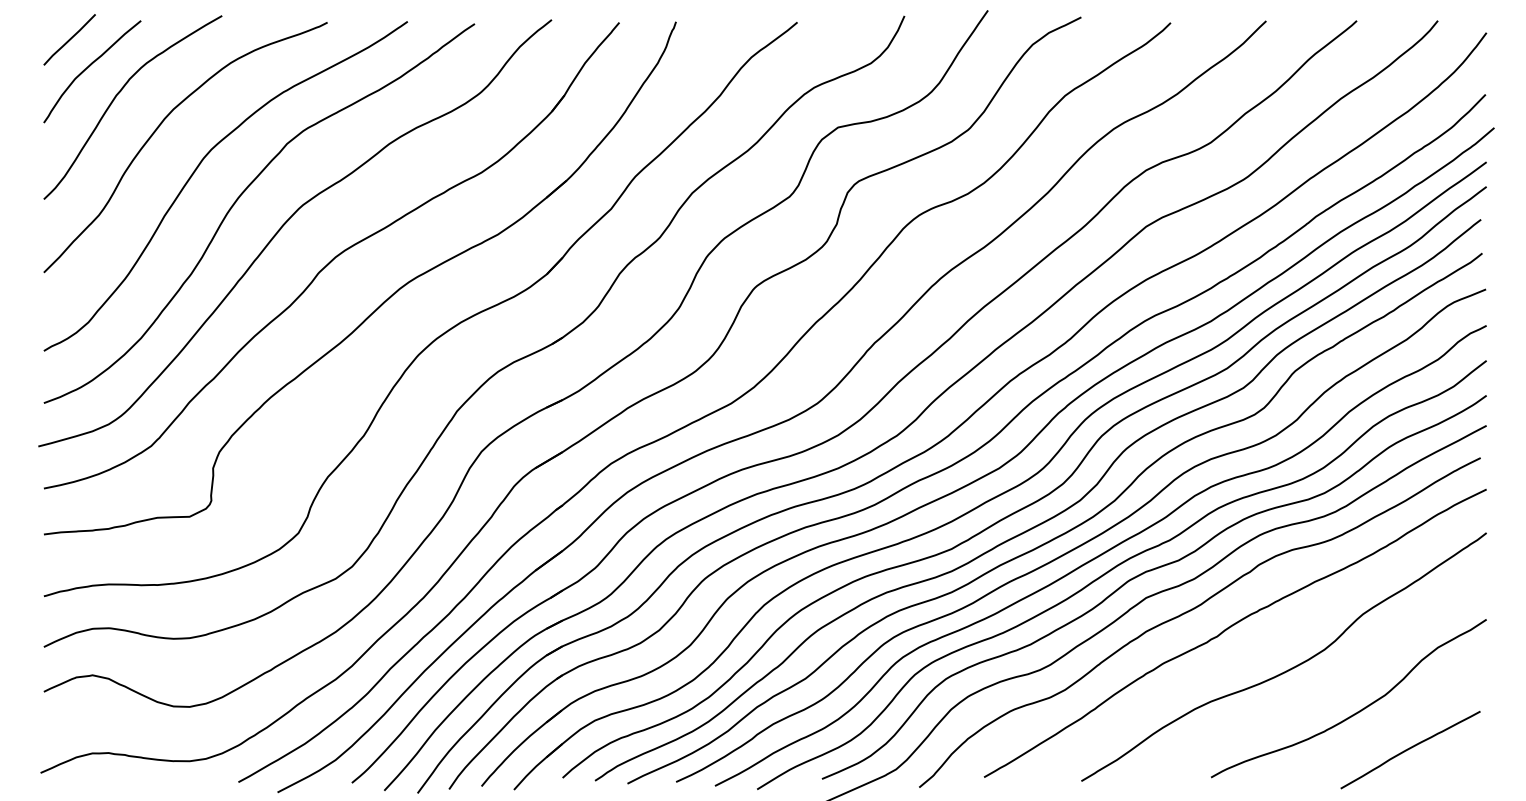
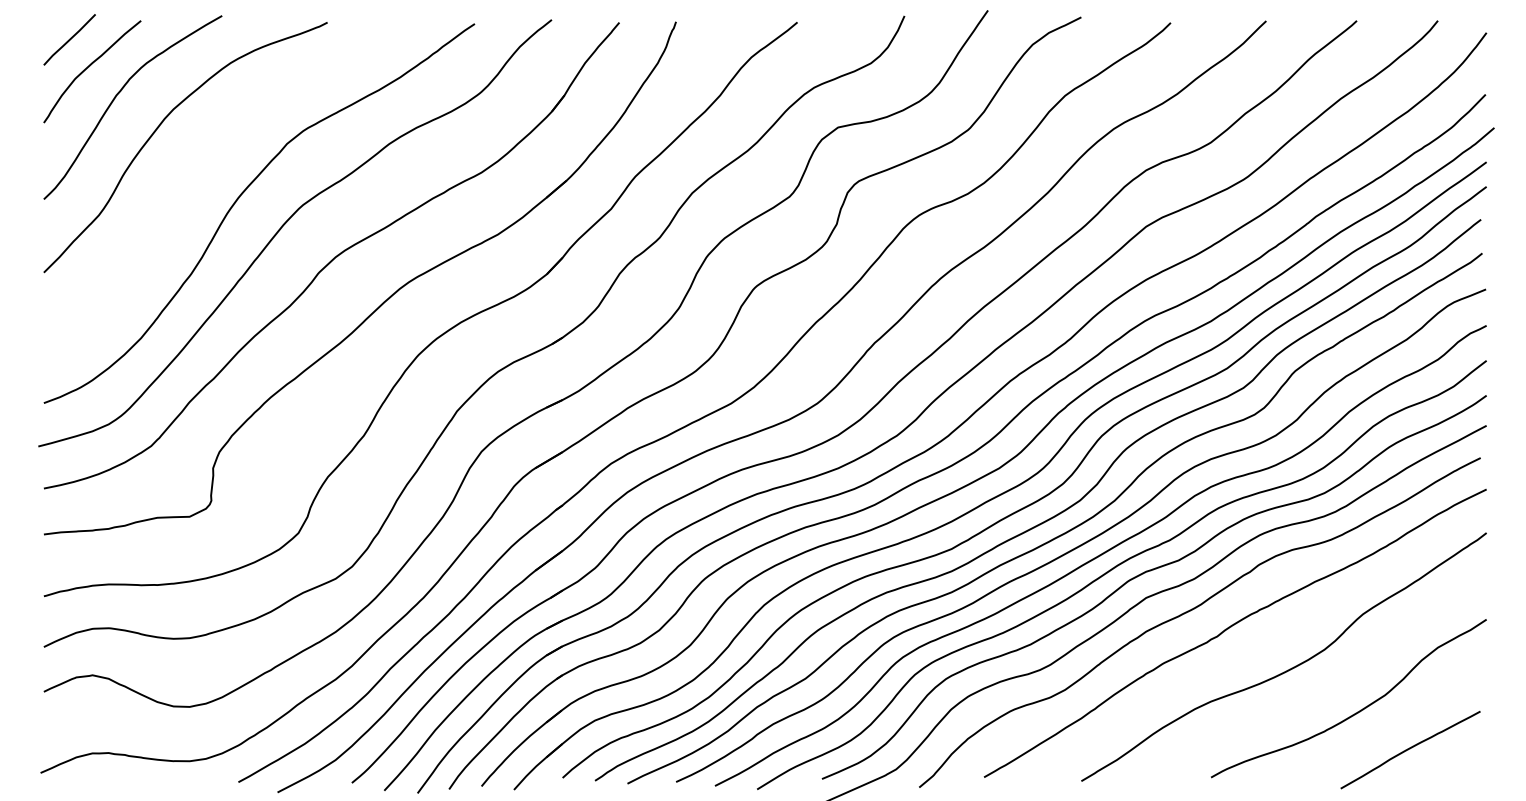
curve at (197, 169): present -> none
